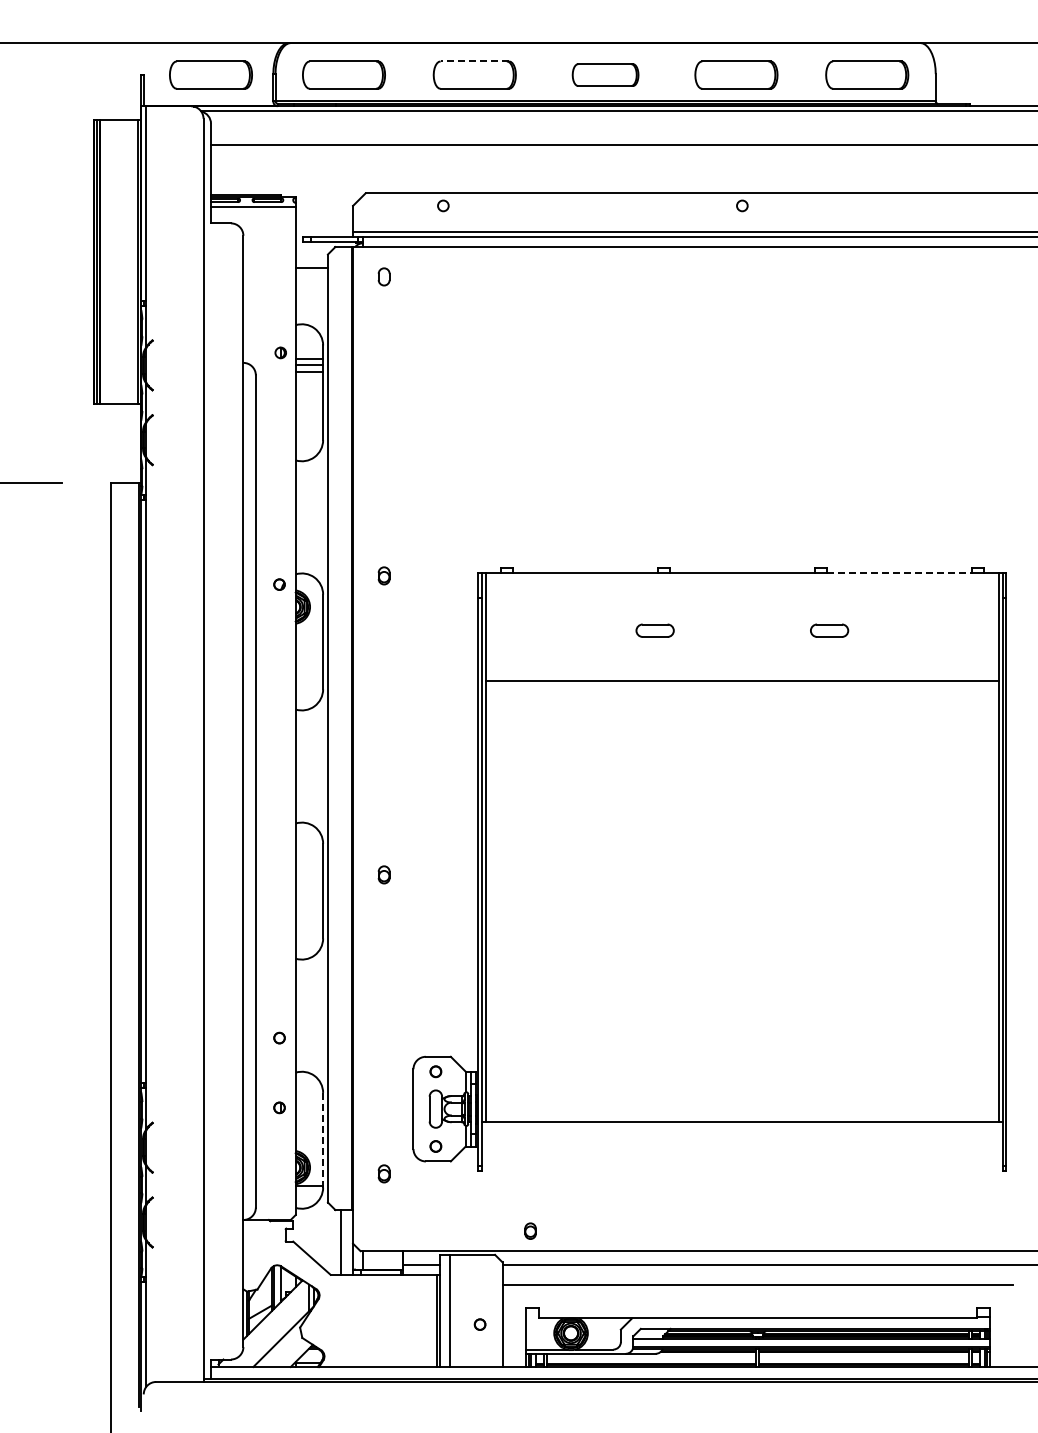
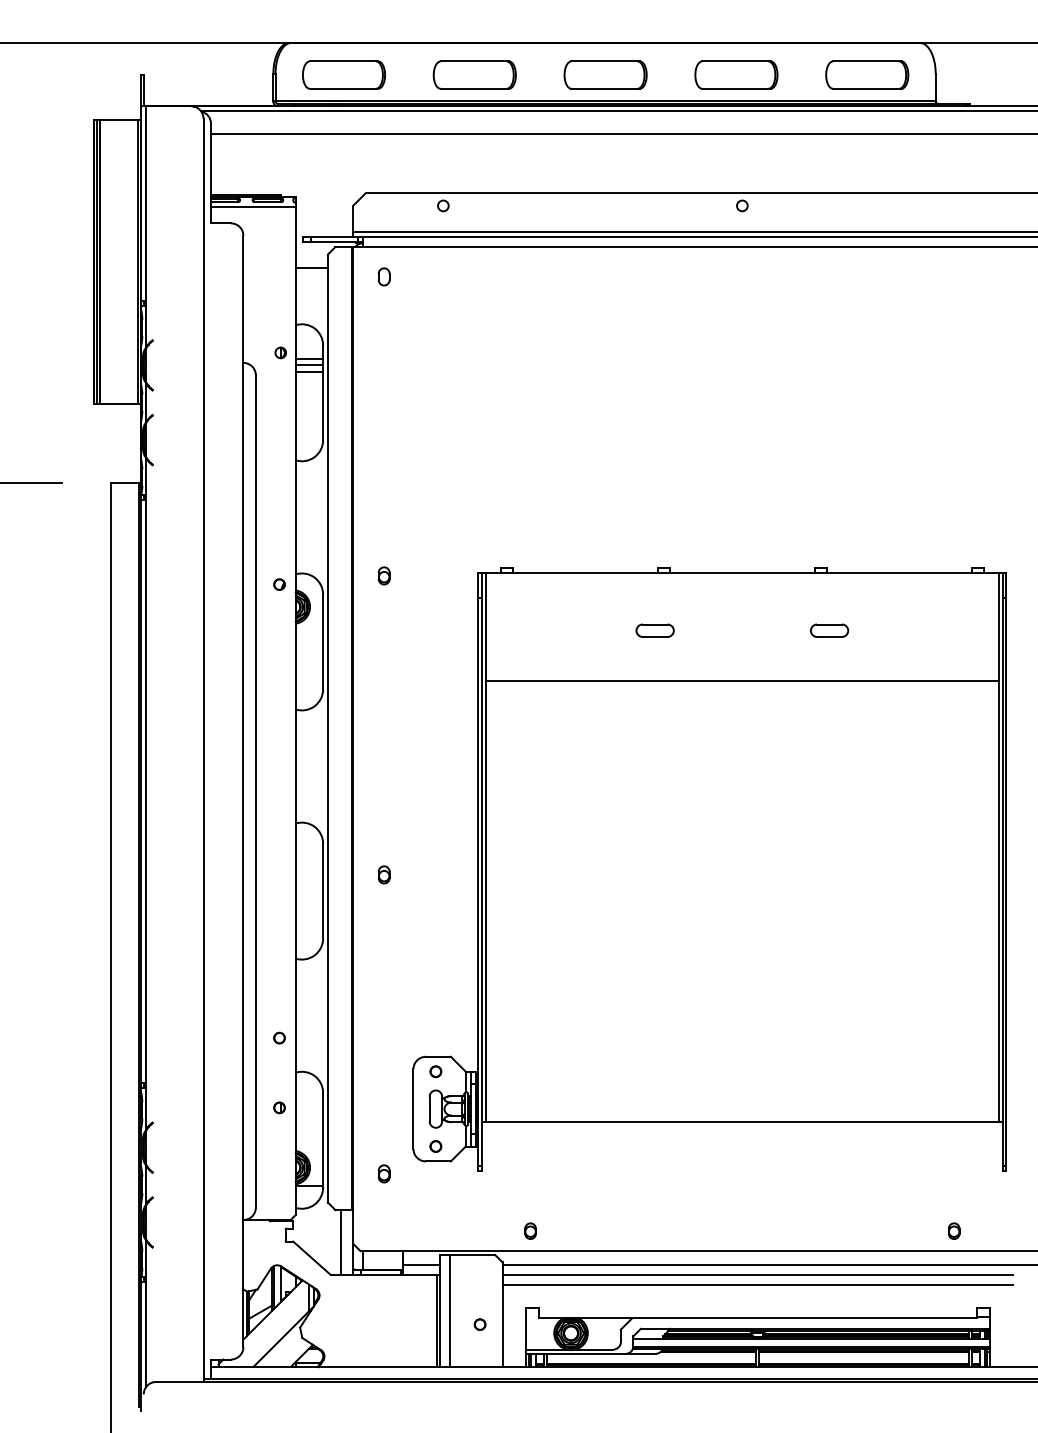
line at (474, 61): dashed -> solid
part at (210, 74): present -> none
part at (605, 74) size: 69x24 px -> 85x30 px
line at (622, 144) position: (622, 144) -> (622, 133)
line at (899, 573): dashed -> solid
line at (323, 1139): dashed -> solid
part at (954, 1230): none -> present
line at (757, 1274): none -> present
